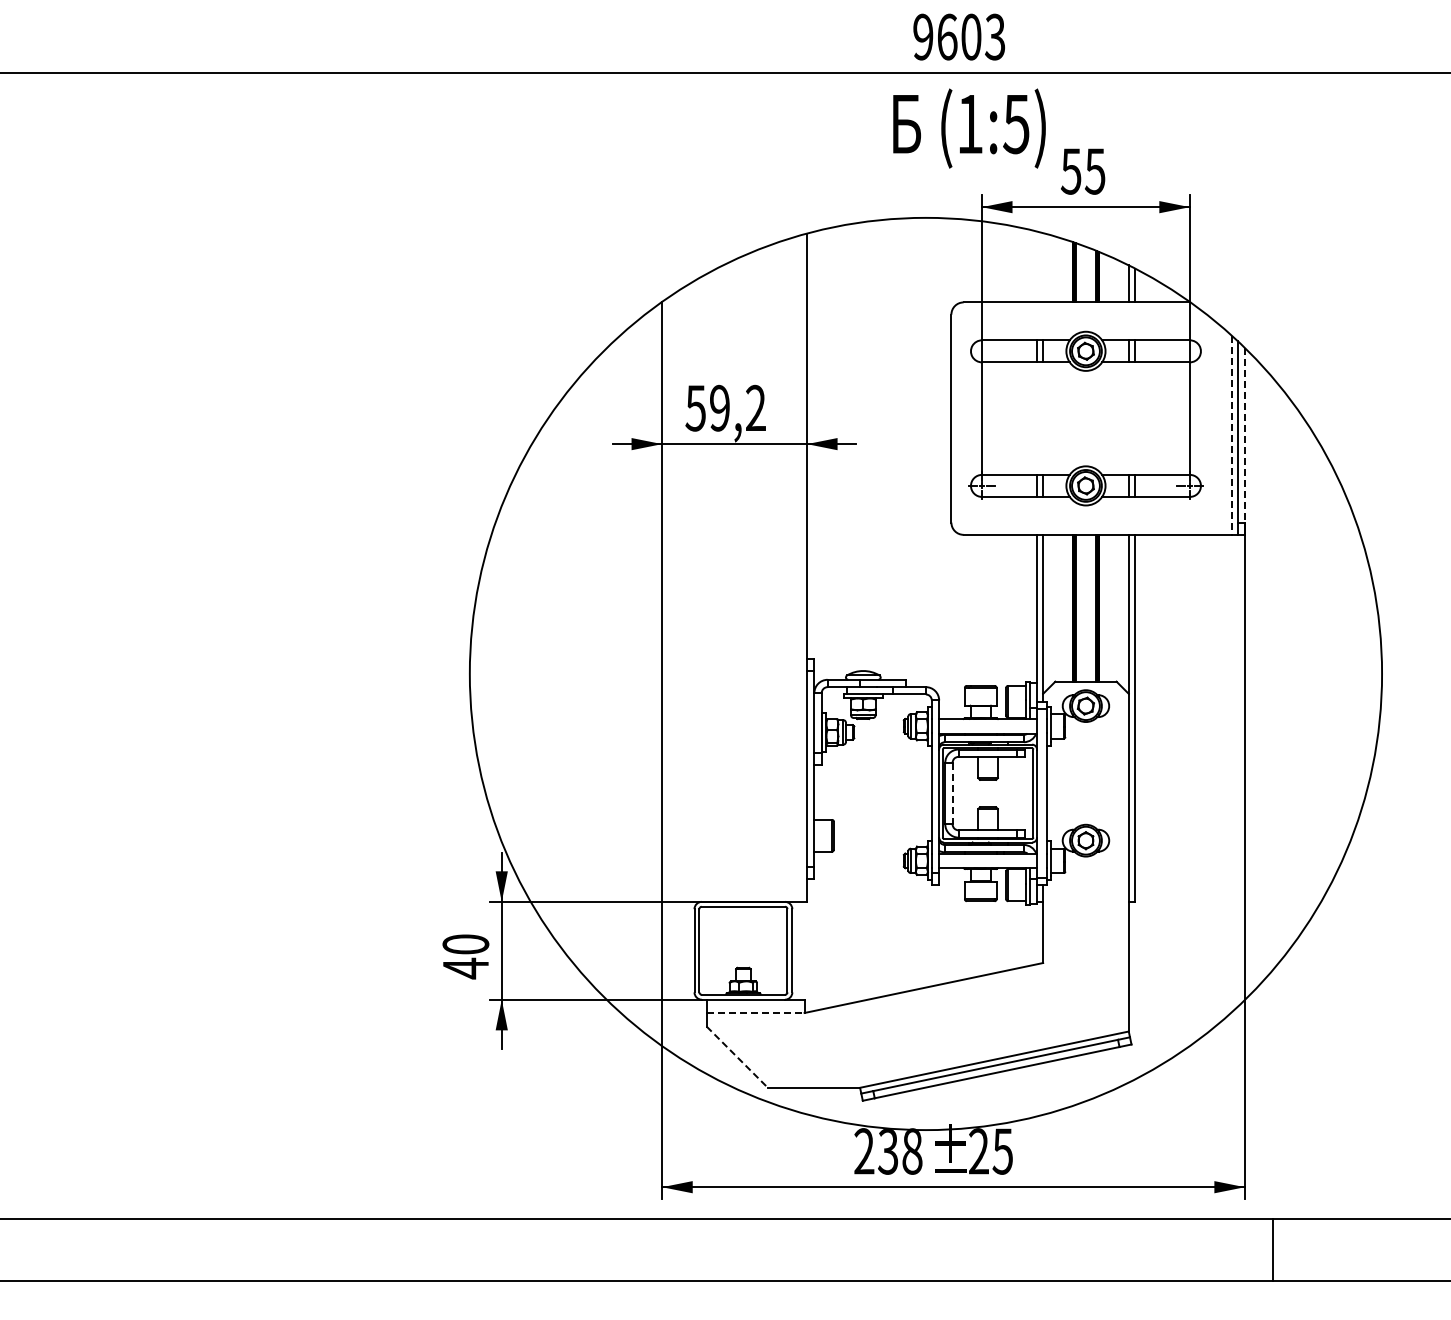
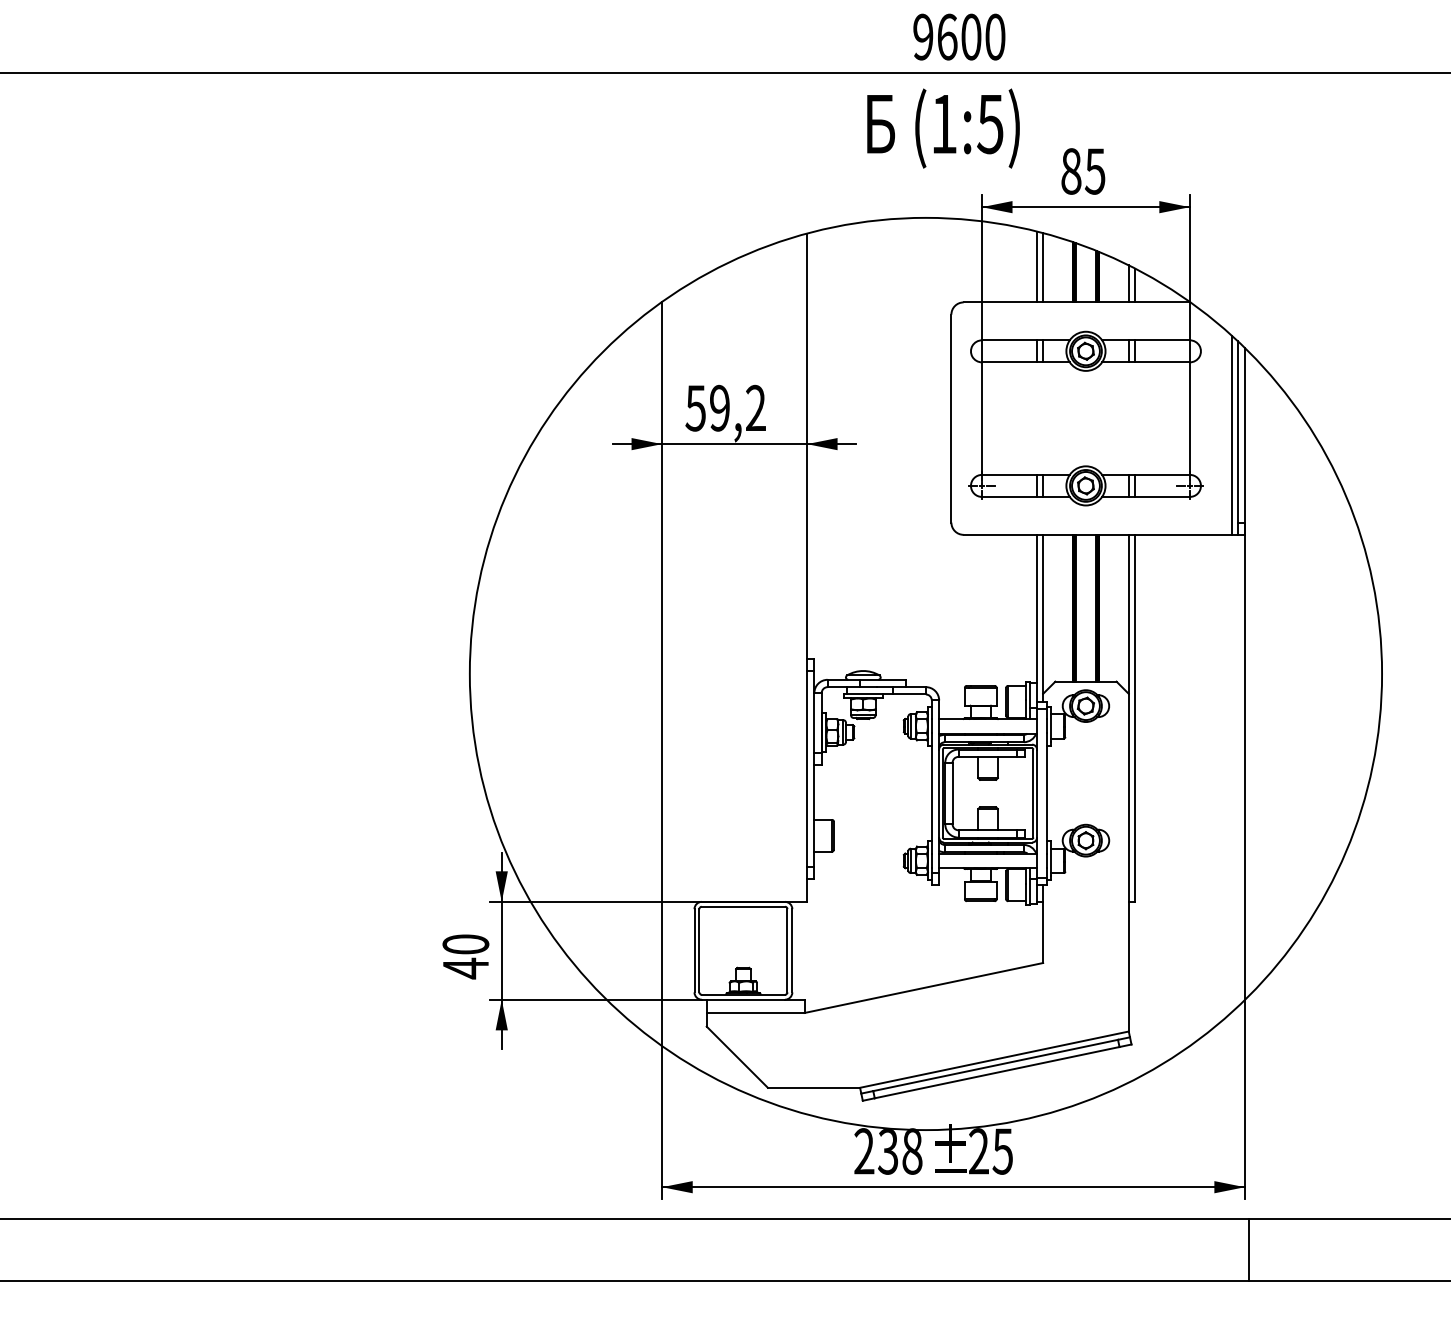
text at (995, 36): 9603 -> 9600
text at (969, 128) position: (969, 128) -> (943, 128)
text at (1070, 171): 55 -> 85
line at (1037, 266): none -> present
line at (1043, 267): none -> present
line at (1231, 435): dashed -> solid
line at (1245, 435): dashed -> solid
line at (952, 793): dashed -> solid
line at (755, 1012): dashed -> solid
line at (737, 1057): dashed -> solid
line at (1272, 1249) position: (1272, 1249) -> (1248, 1249)
